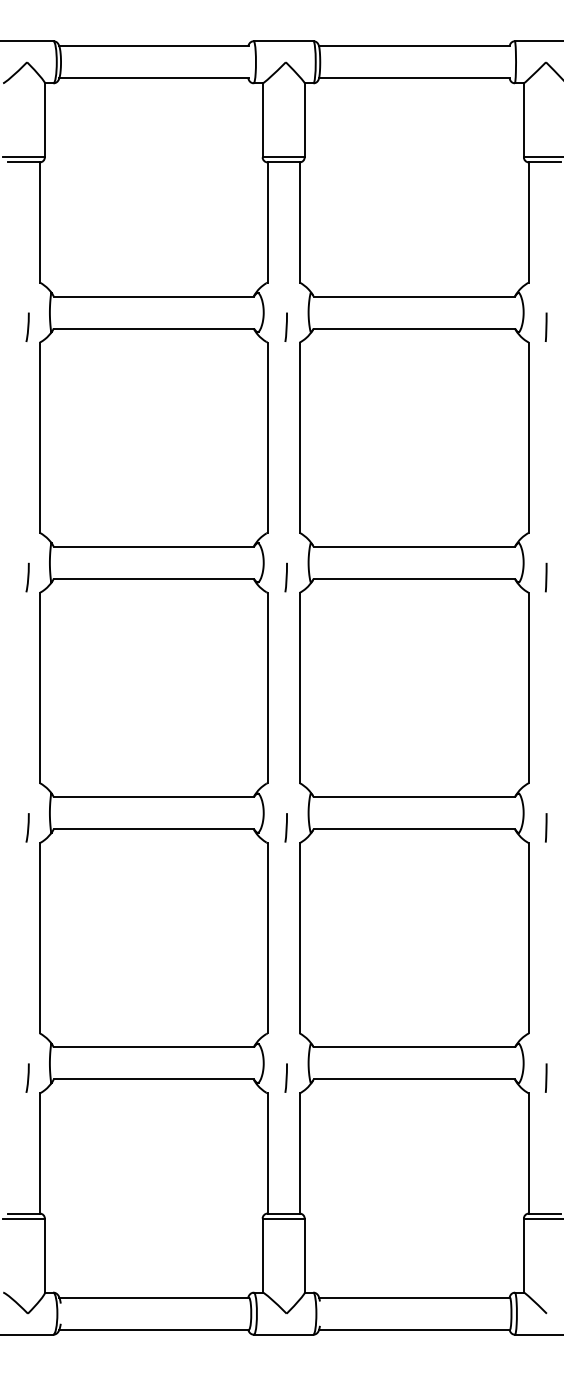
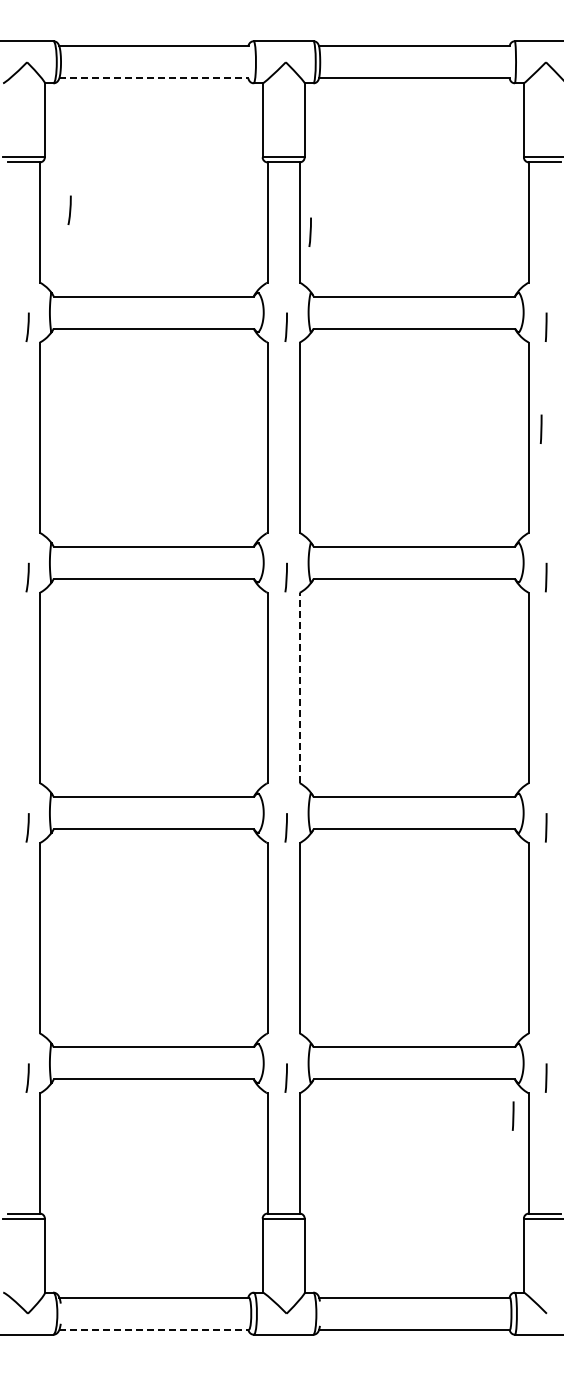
line at (154, 78): solid -> dashed
line at (69, 209): none -> present
line at (309, 231): none -> present
line at (540, 428): none -> present
line at (299, 687): solid -> dashed
line at (512, 1115): none -> present
line at (154, 1329): solid -> dashed
